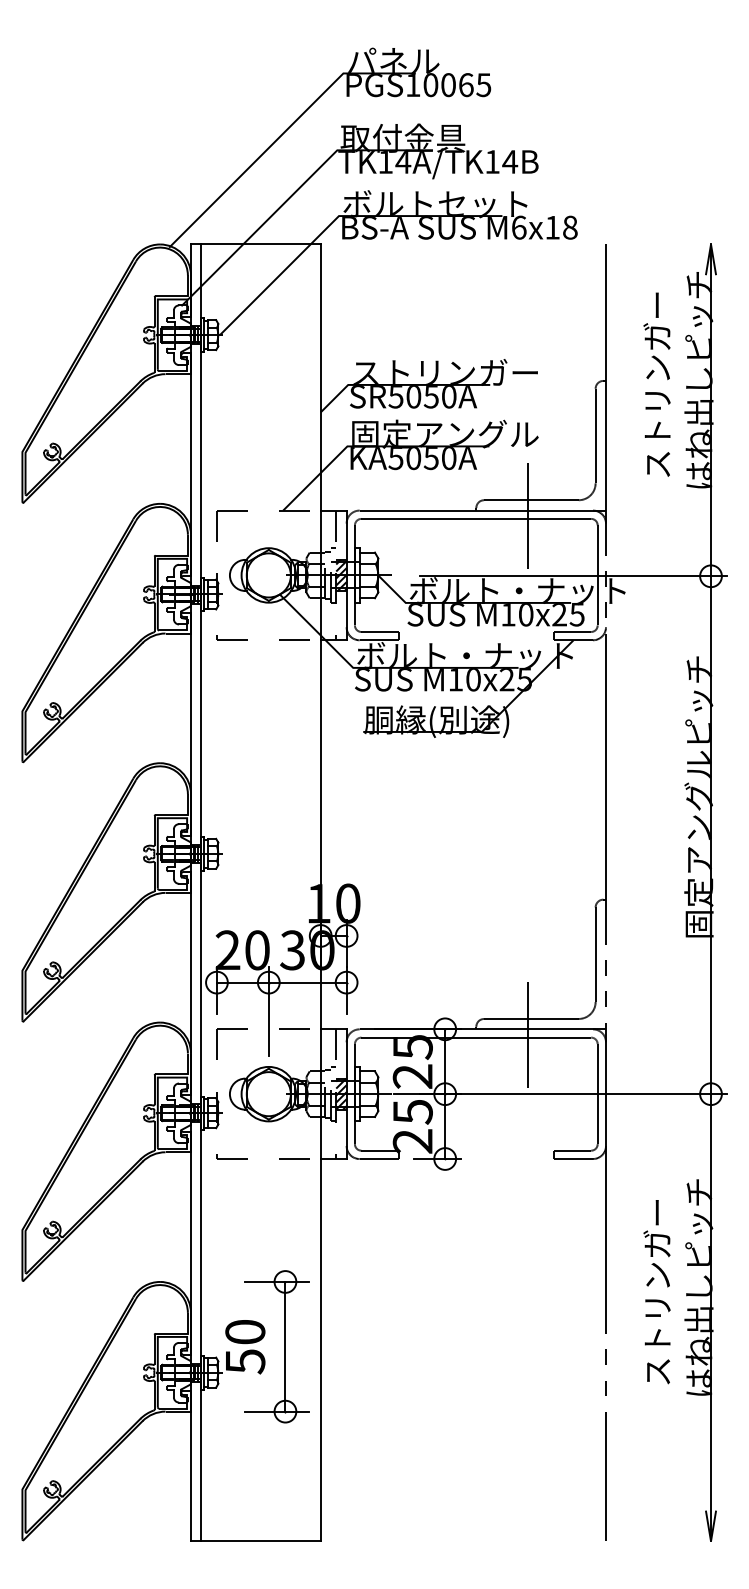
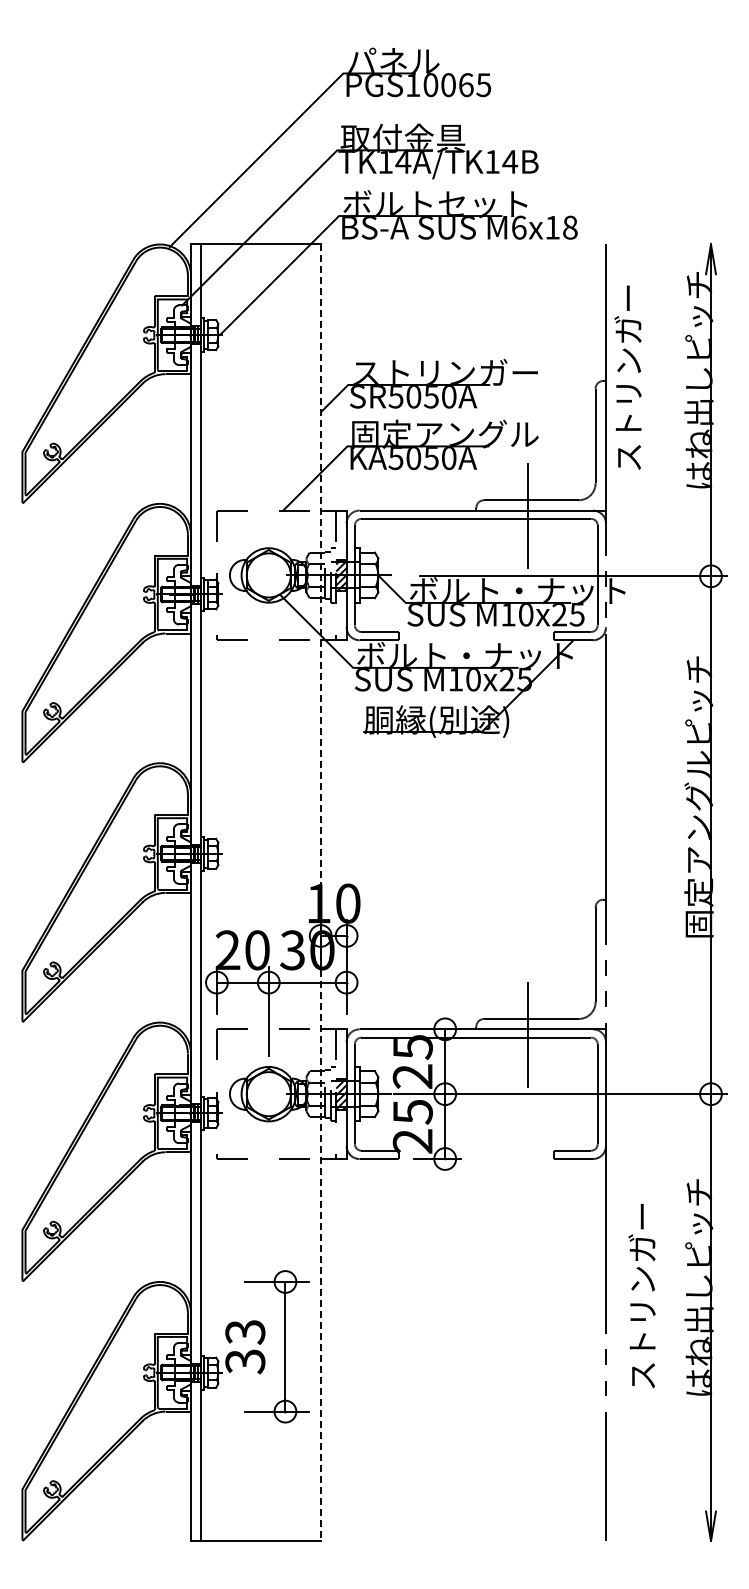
text at (656, 384) position: (656, 384) -> (627, 377)
line at (320, 893): solid -> dashed
text at (656, 1292) position: (656, 1292) -> (641, 1296)
text at (245, 1347): 50 -> 33
